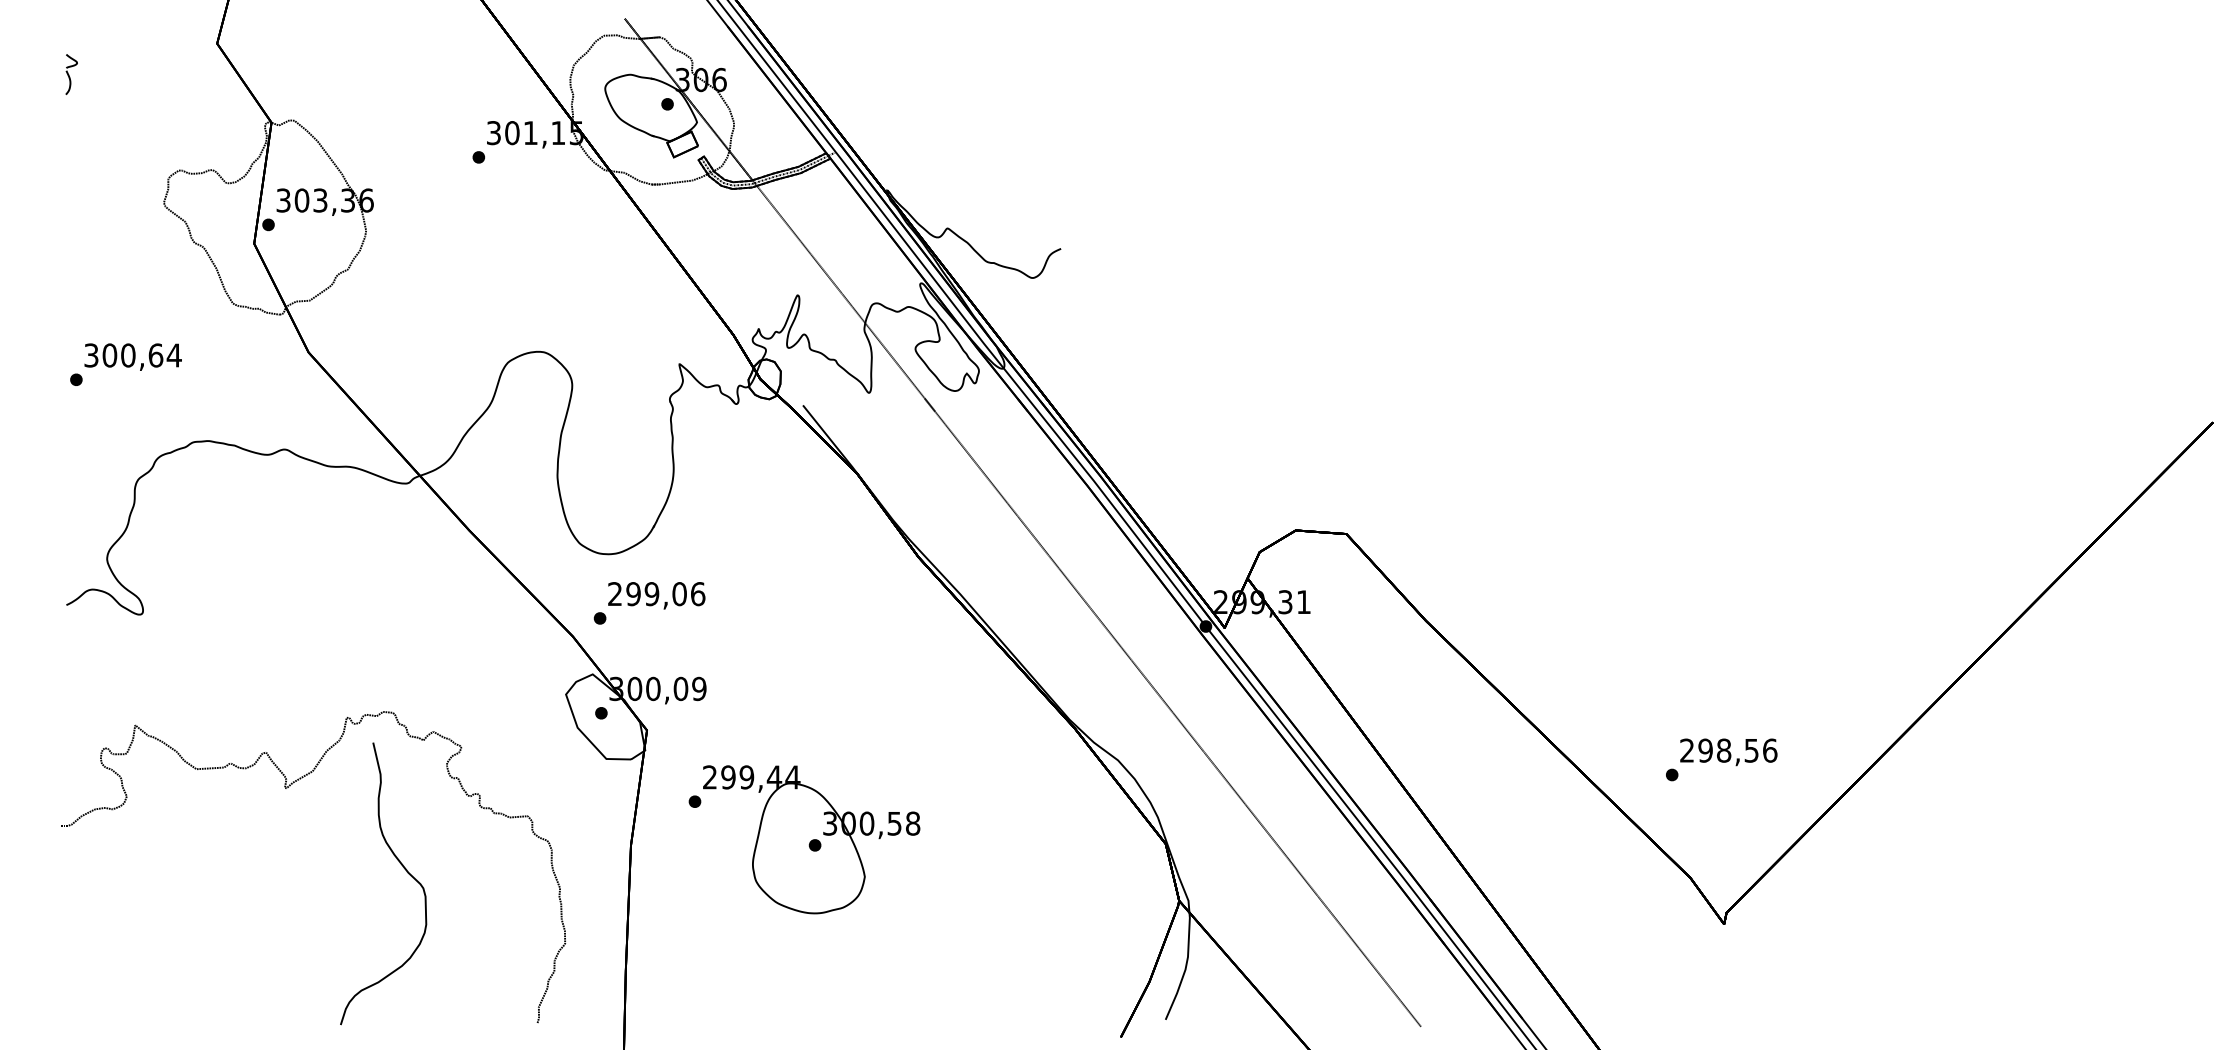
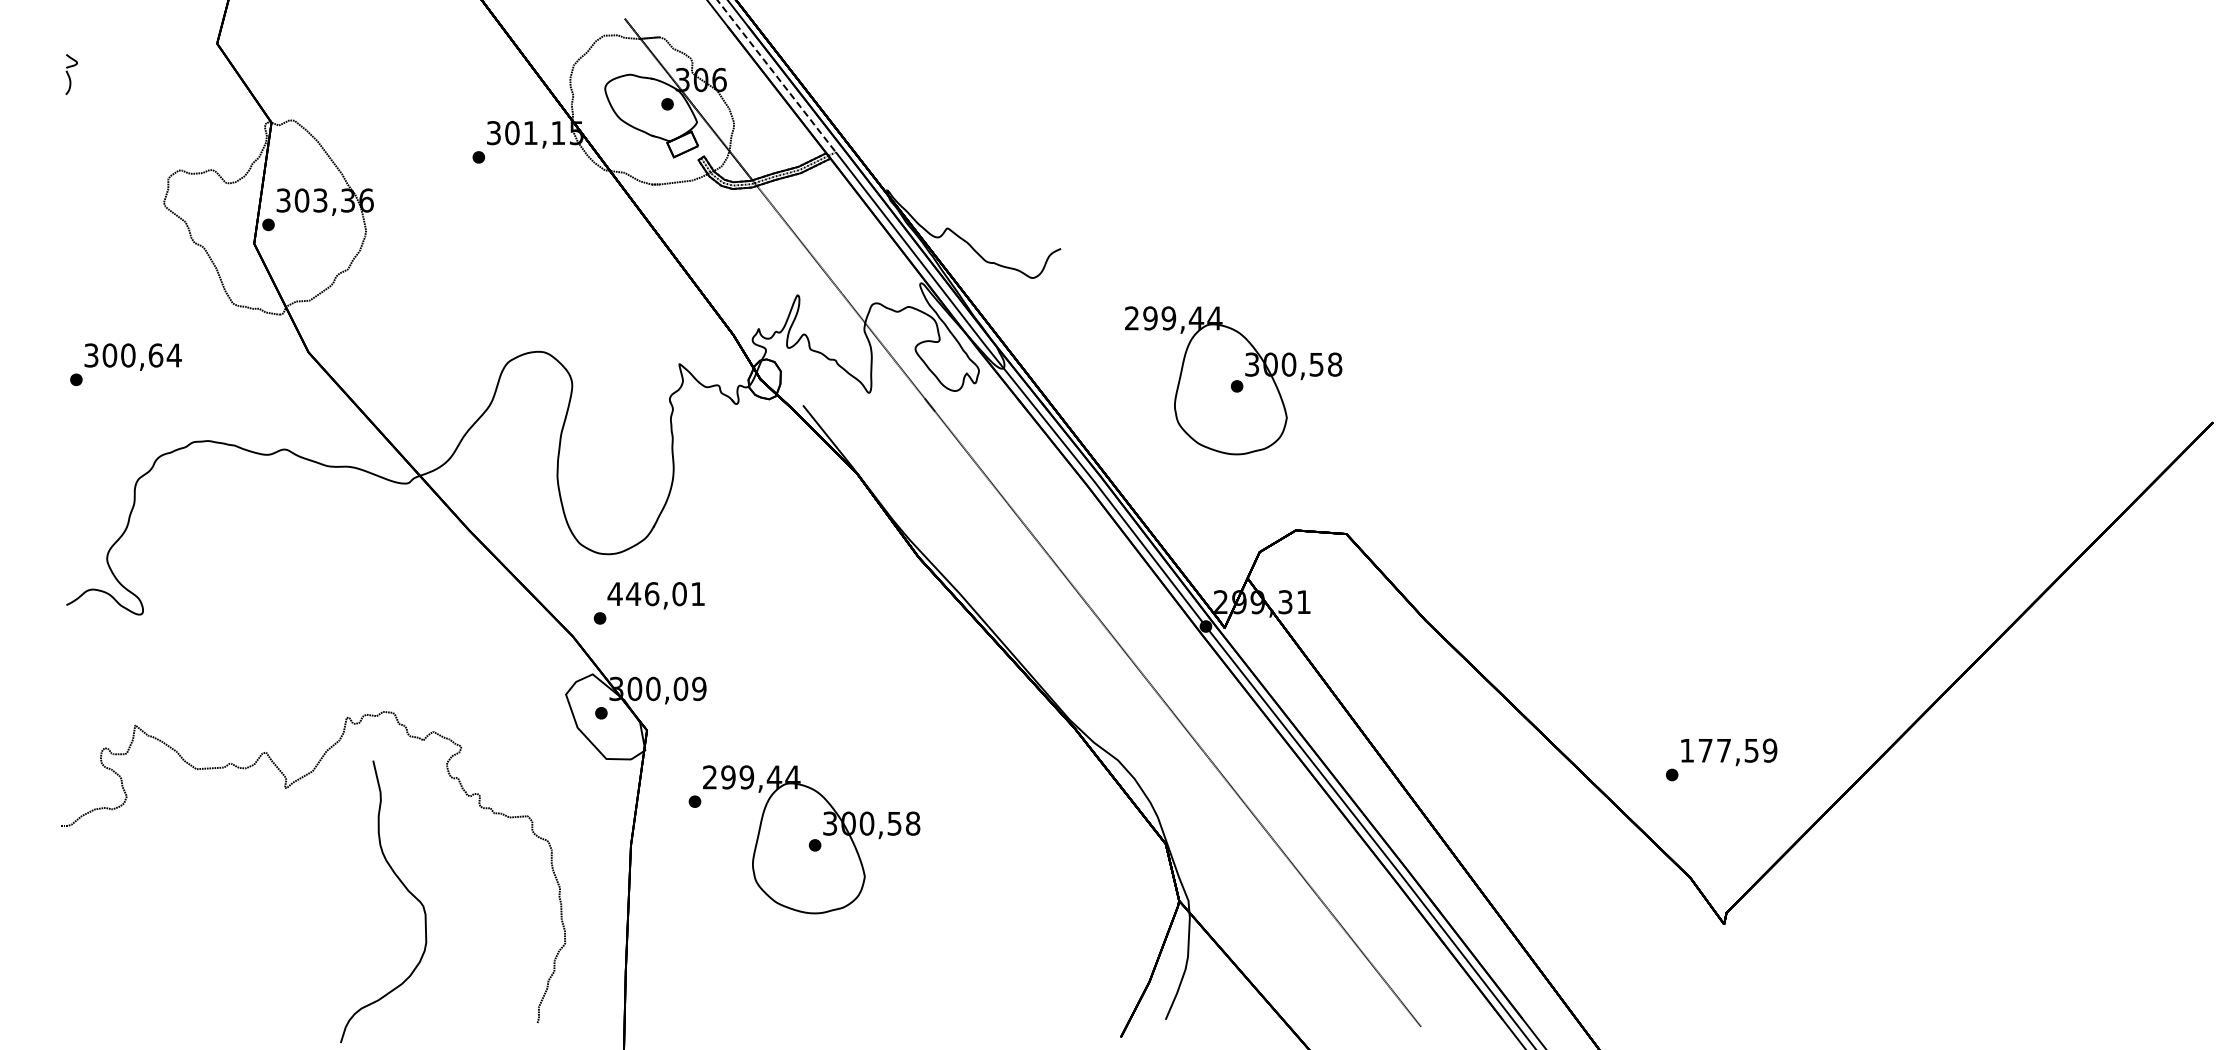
line at (777, 76): solid -> dashed
part at (1233, 380): none -> present
text at (656, 594): 299,06 -> 446,01
text at (1728, 750): 298,56 -> 177,59
curve at (403, 868) position: (403, 868) -> (403, 886)
